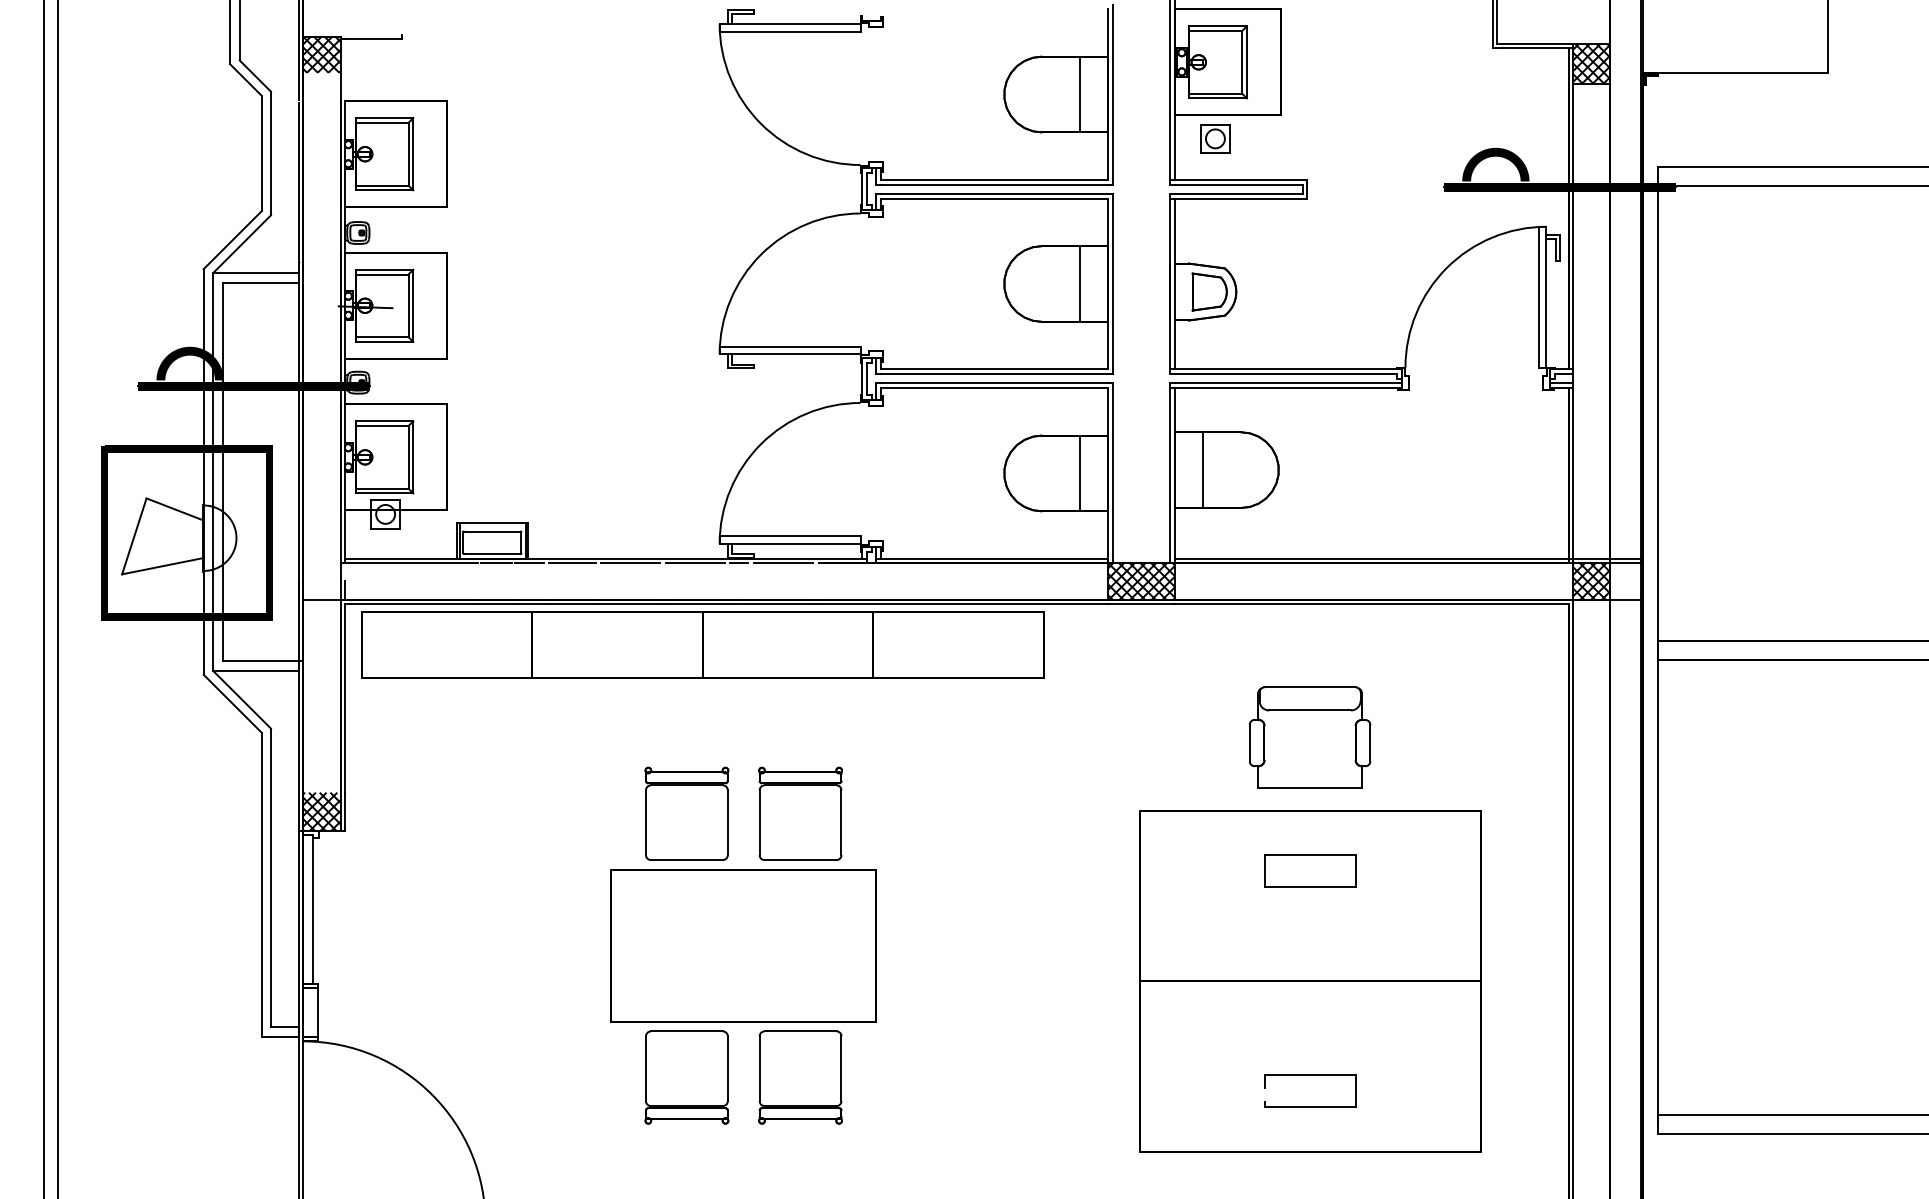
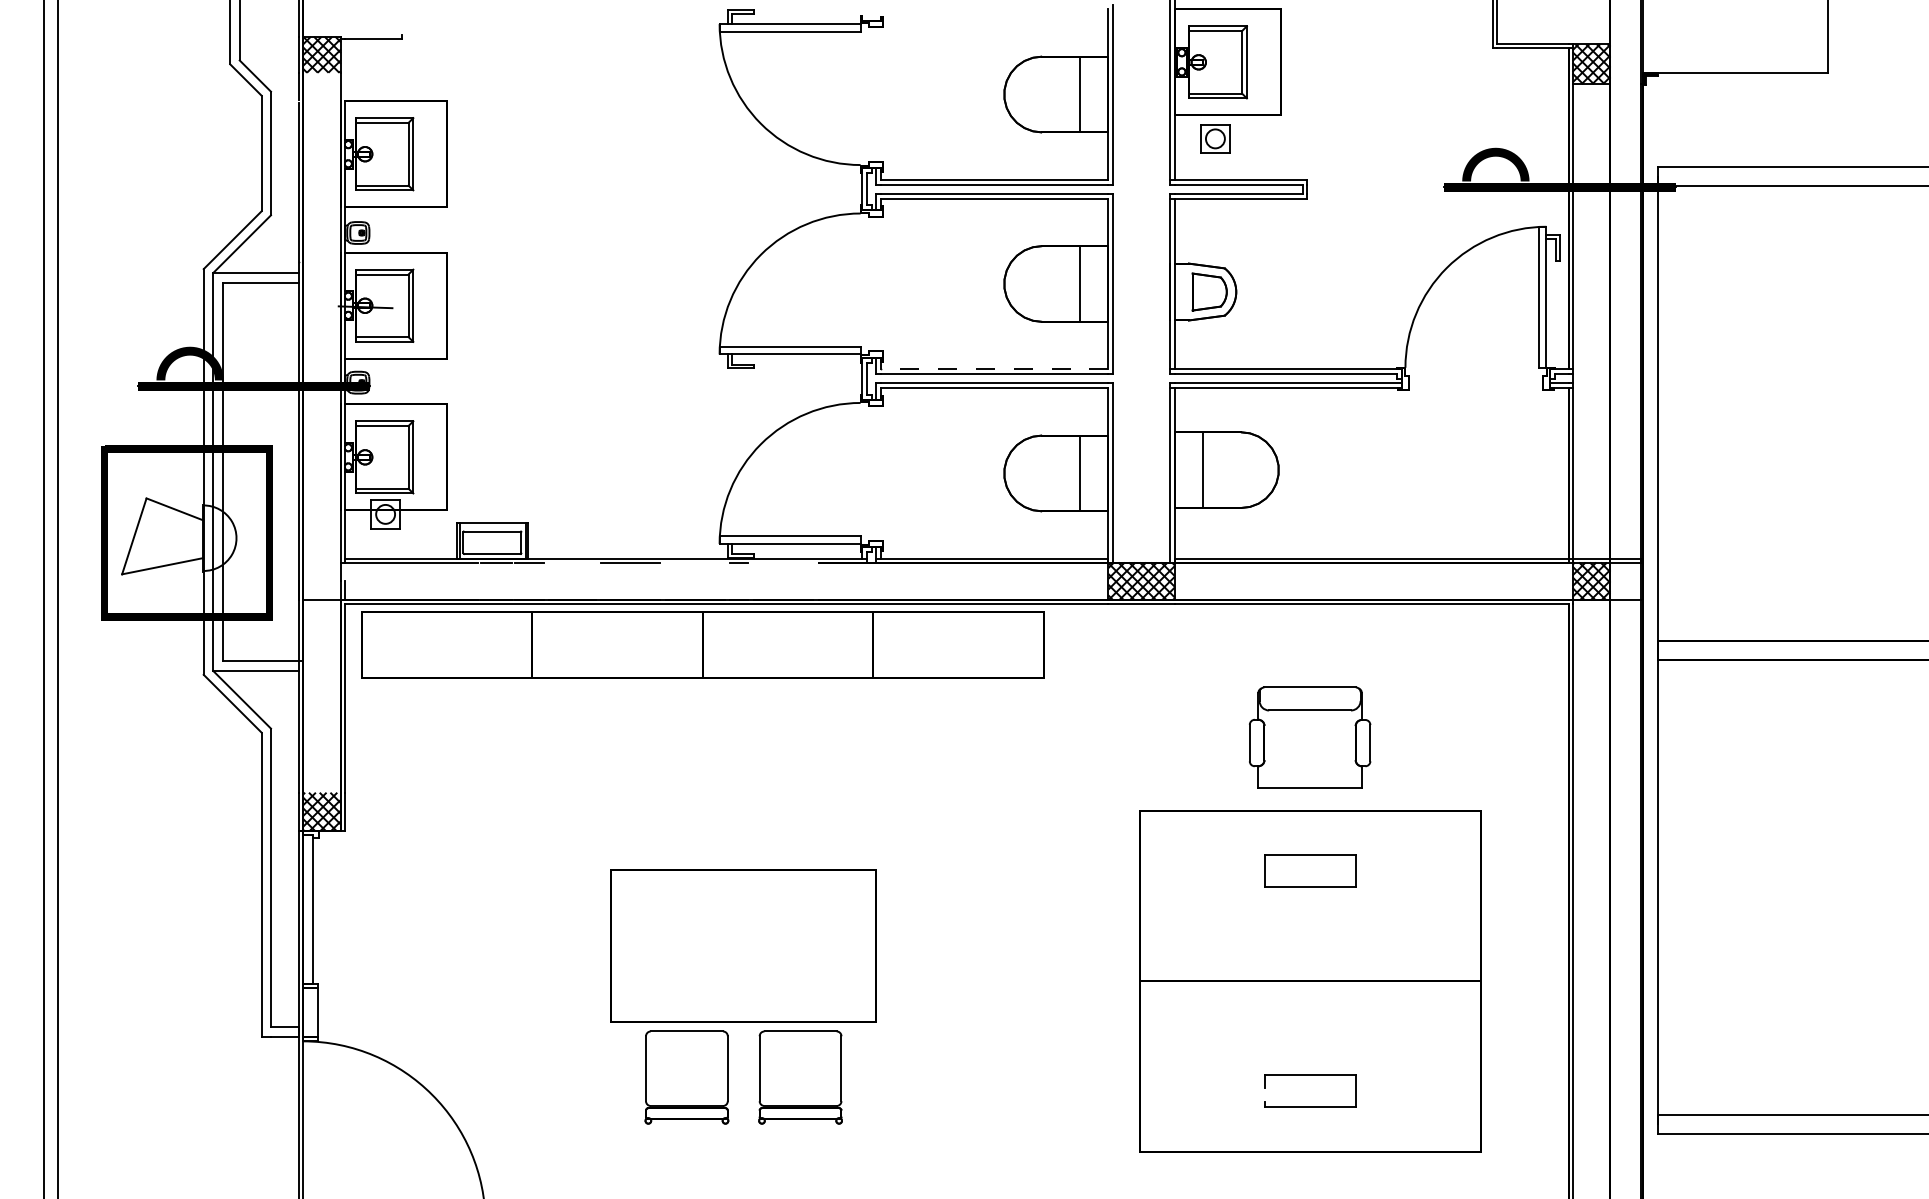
line at (994, 369): solid -> dashed
line at (571, 562): present -> none
line at (695, 562): present -> none
line at (783, 562): present -> none
part at (686, 813): present -> none
part at (800, 813): present -> none
